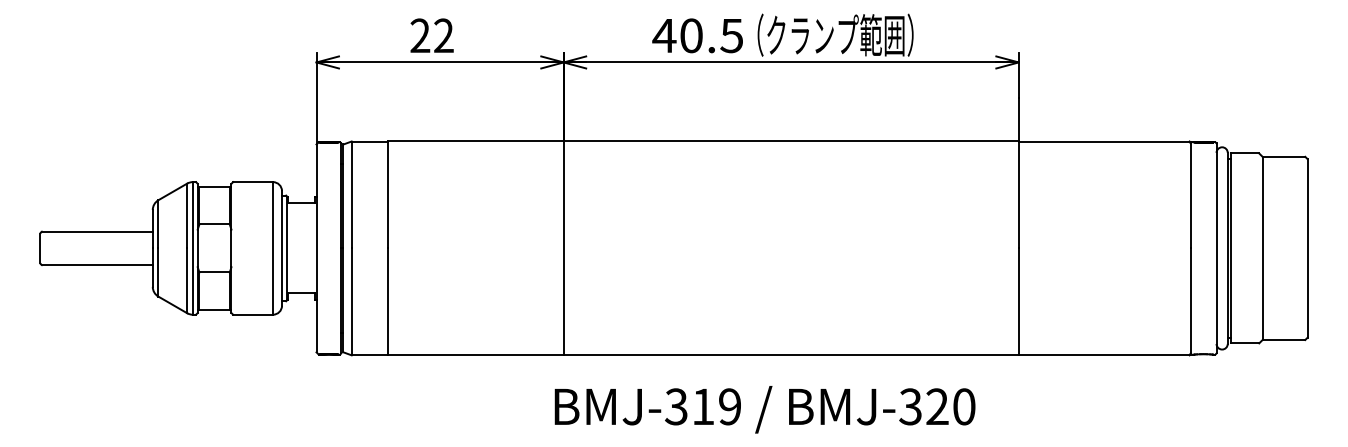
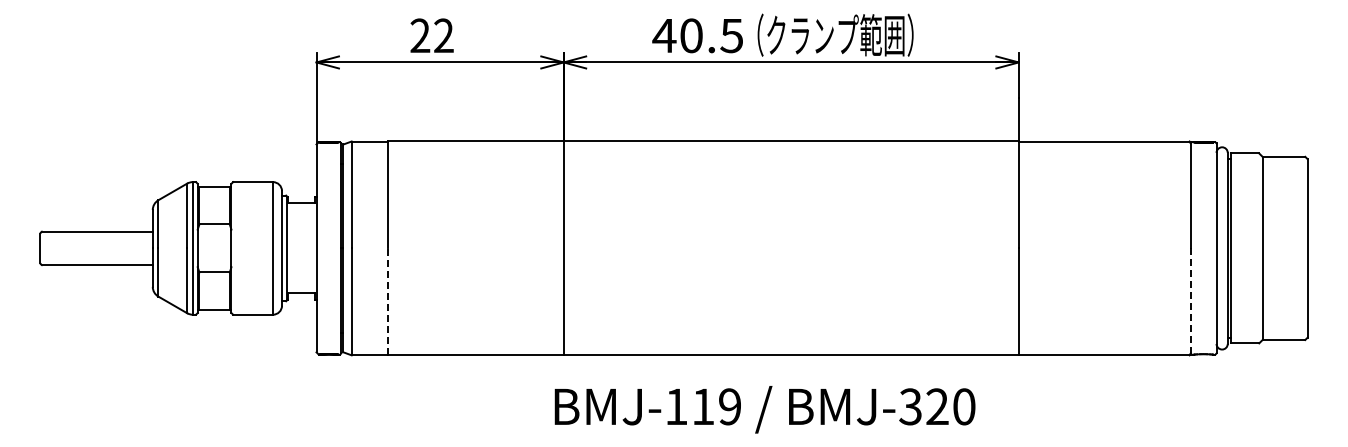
line at (388, 301): solid -> dashed
line at (1190, 301): solid -> dashed
text at (676, 406): BMJ-319 -> BMJ-119
